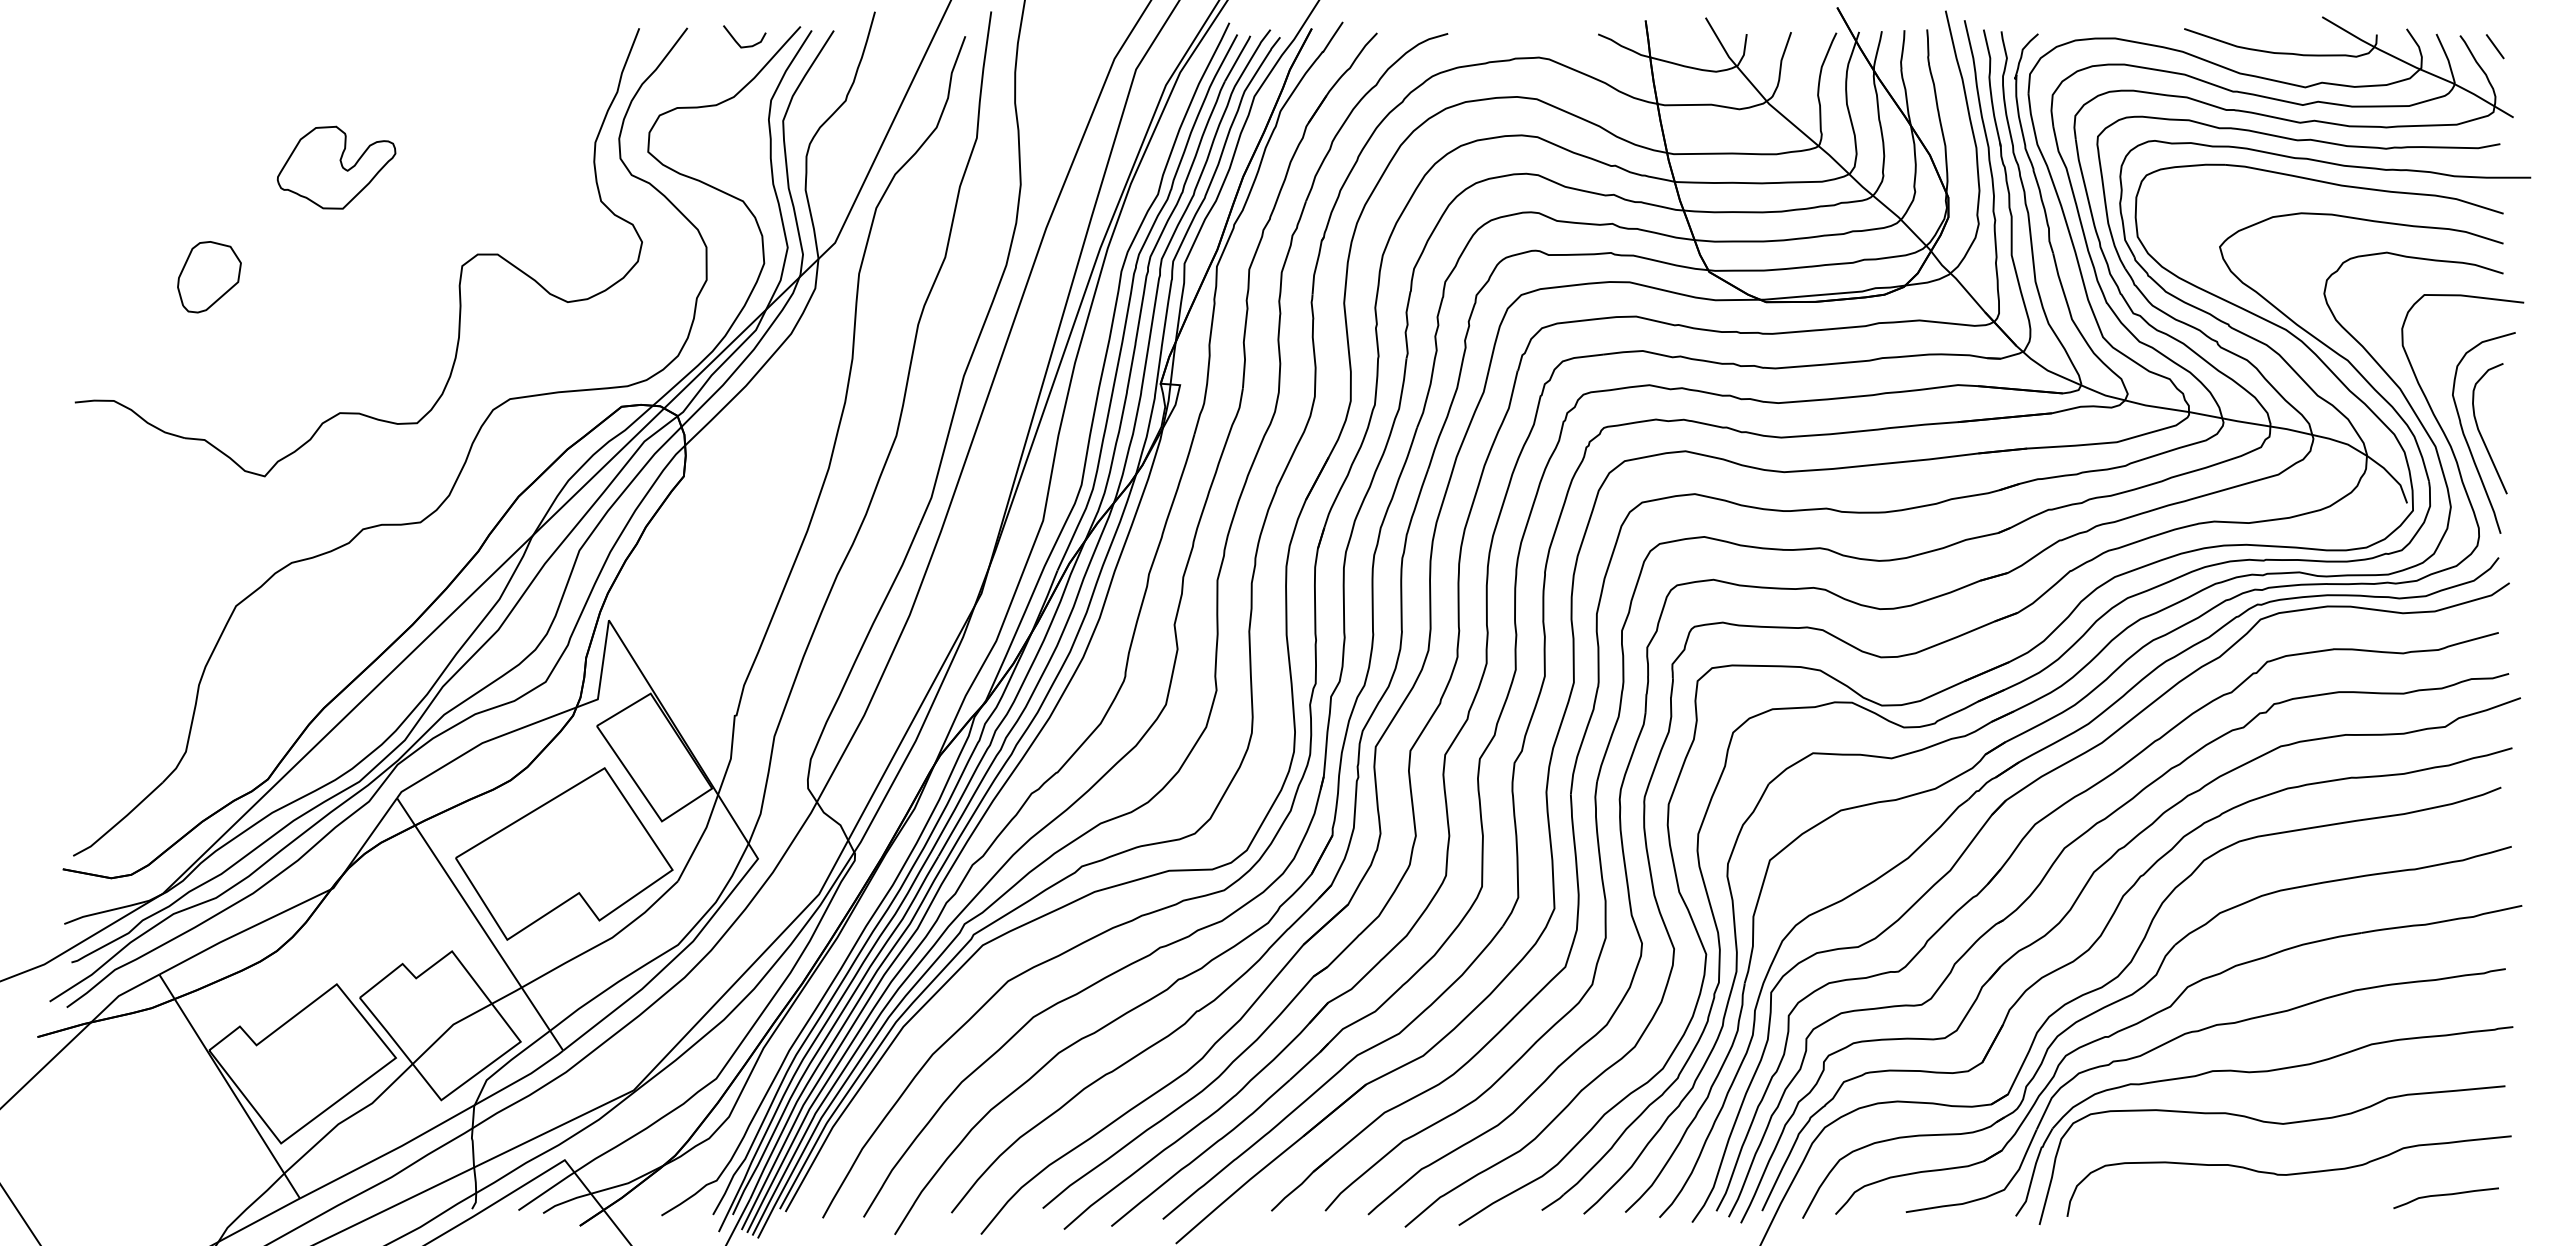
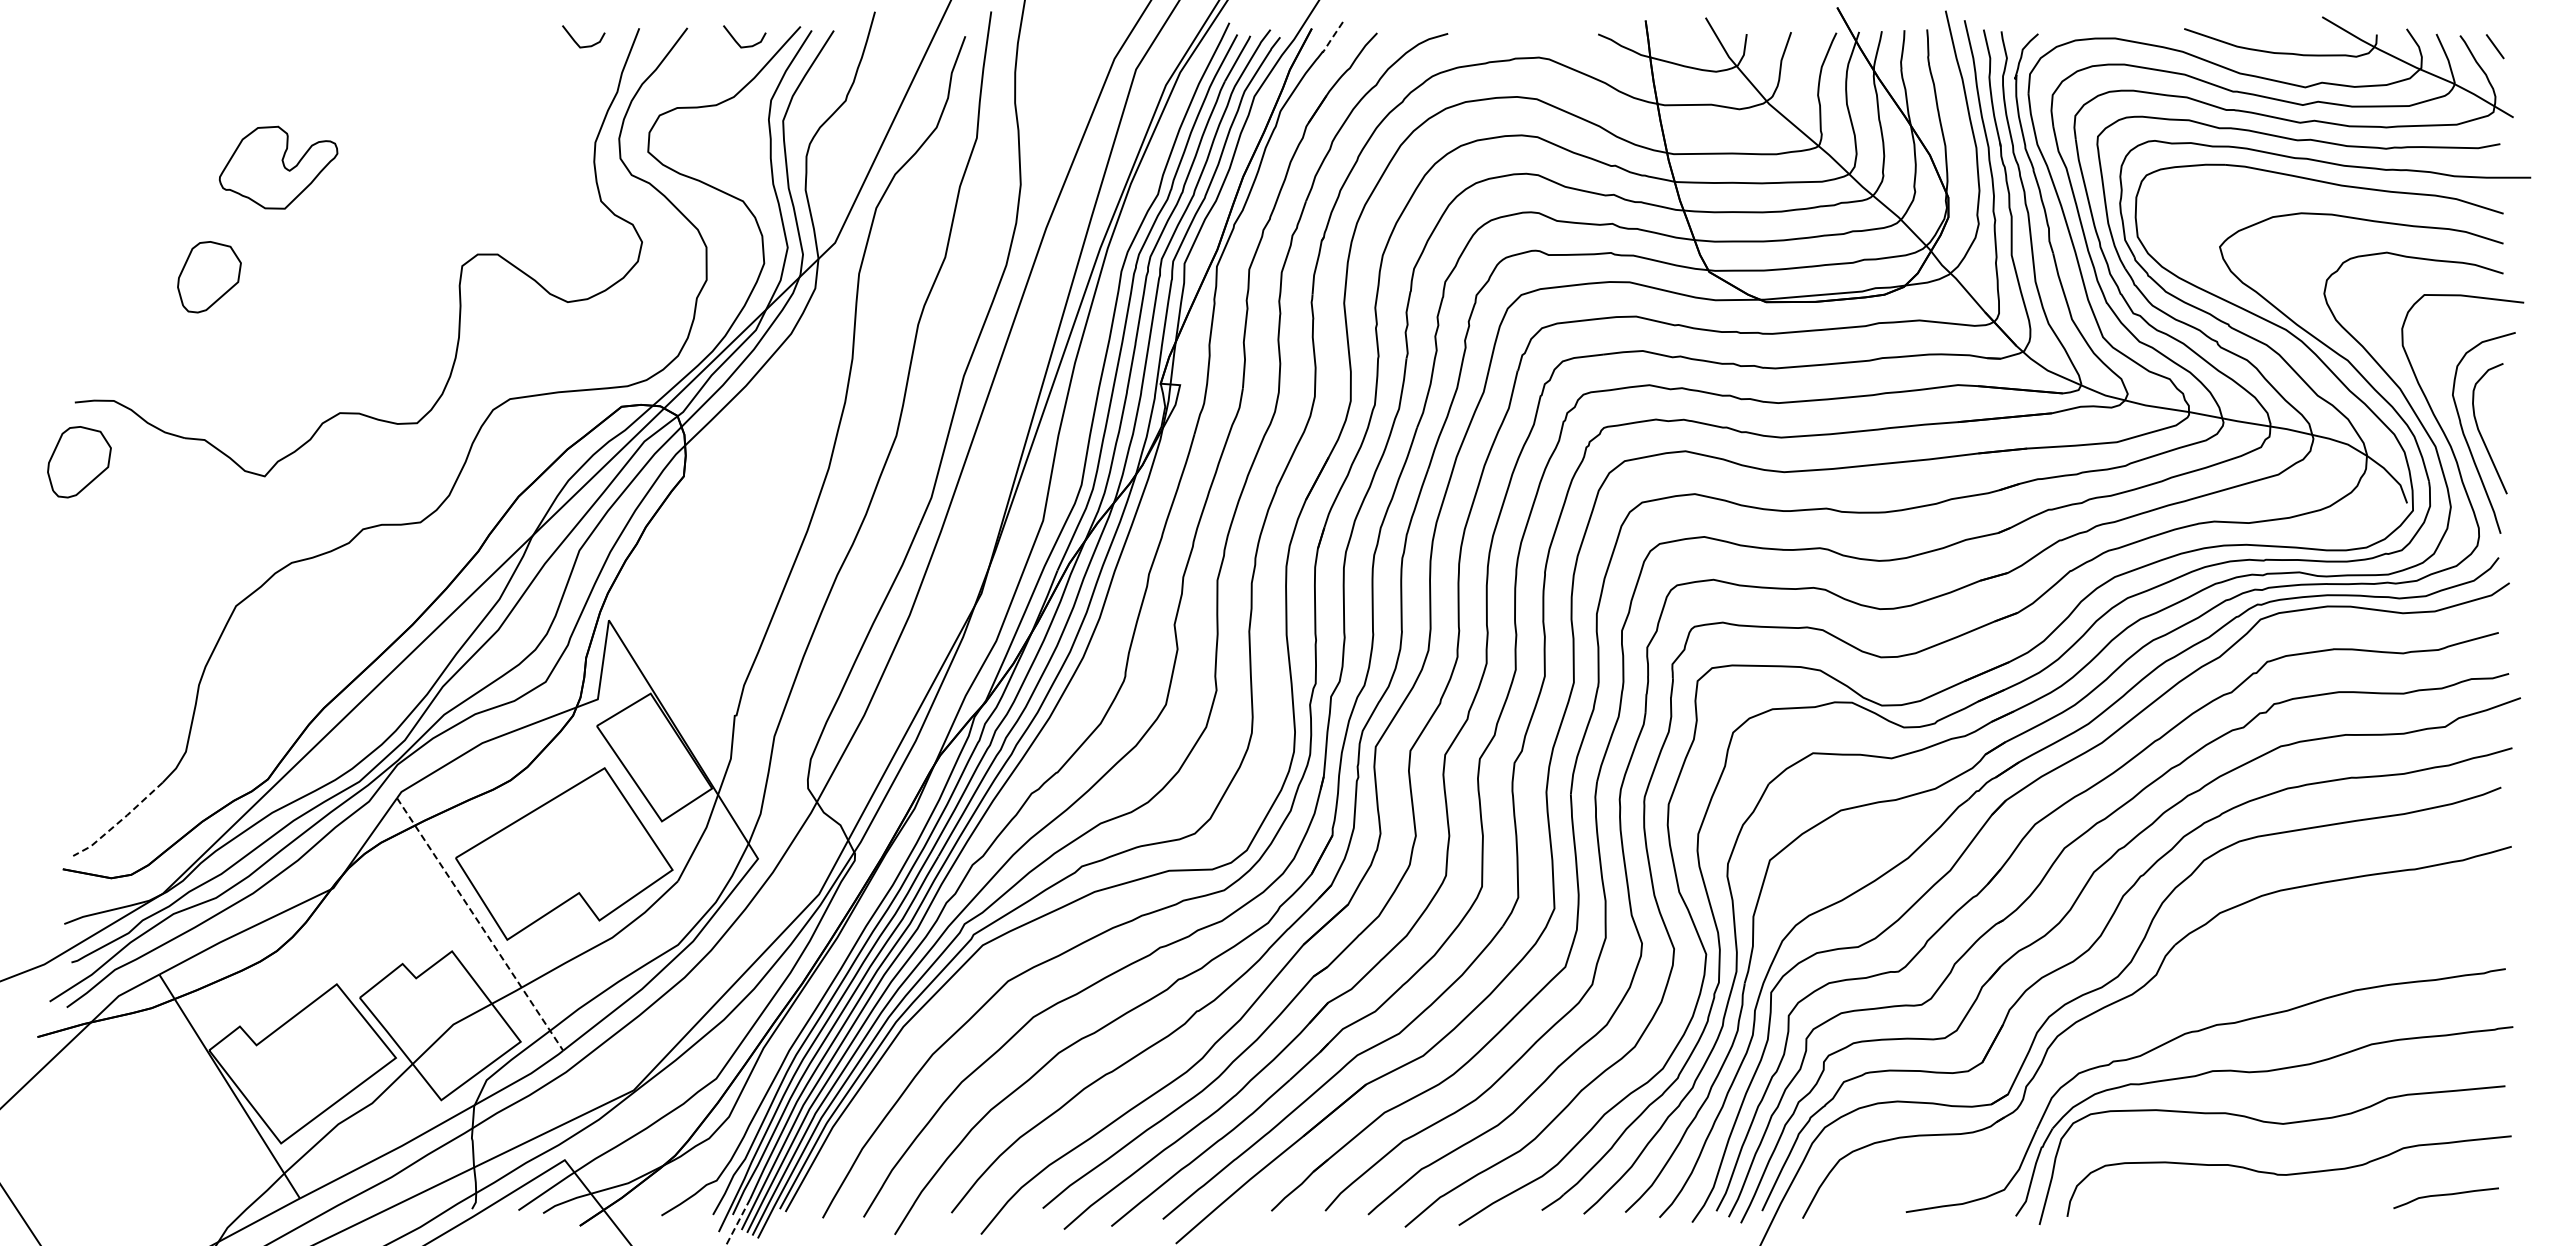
line at (1331, 38): solid -> dashed
curve at (577, 42): none -> present
part at (336, 167) position: (336, 167) -> (278, 167)
part at (79, 462): none -> present
line at (119, 821): solid -> dashed
line at (480, 924): solid -> dashed
part at (2156, 1014): present -> none
line at (737, 1222): solid -> dashed
